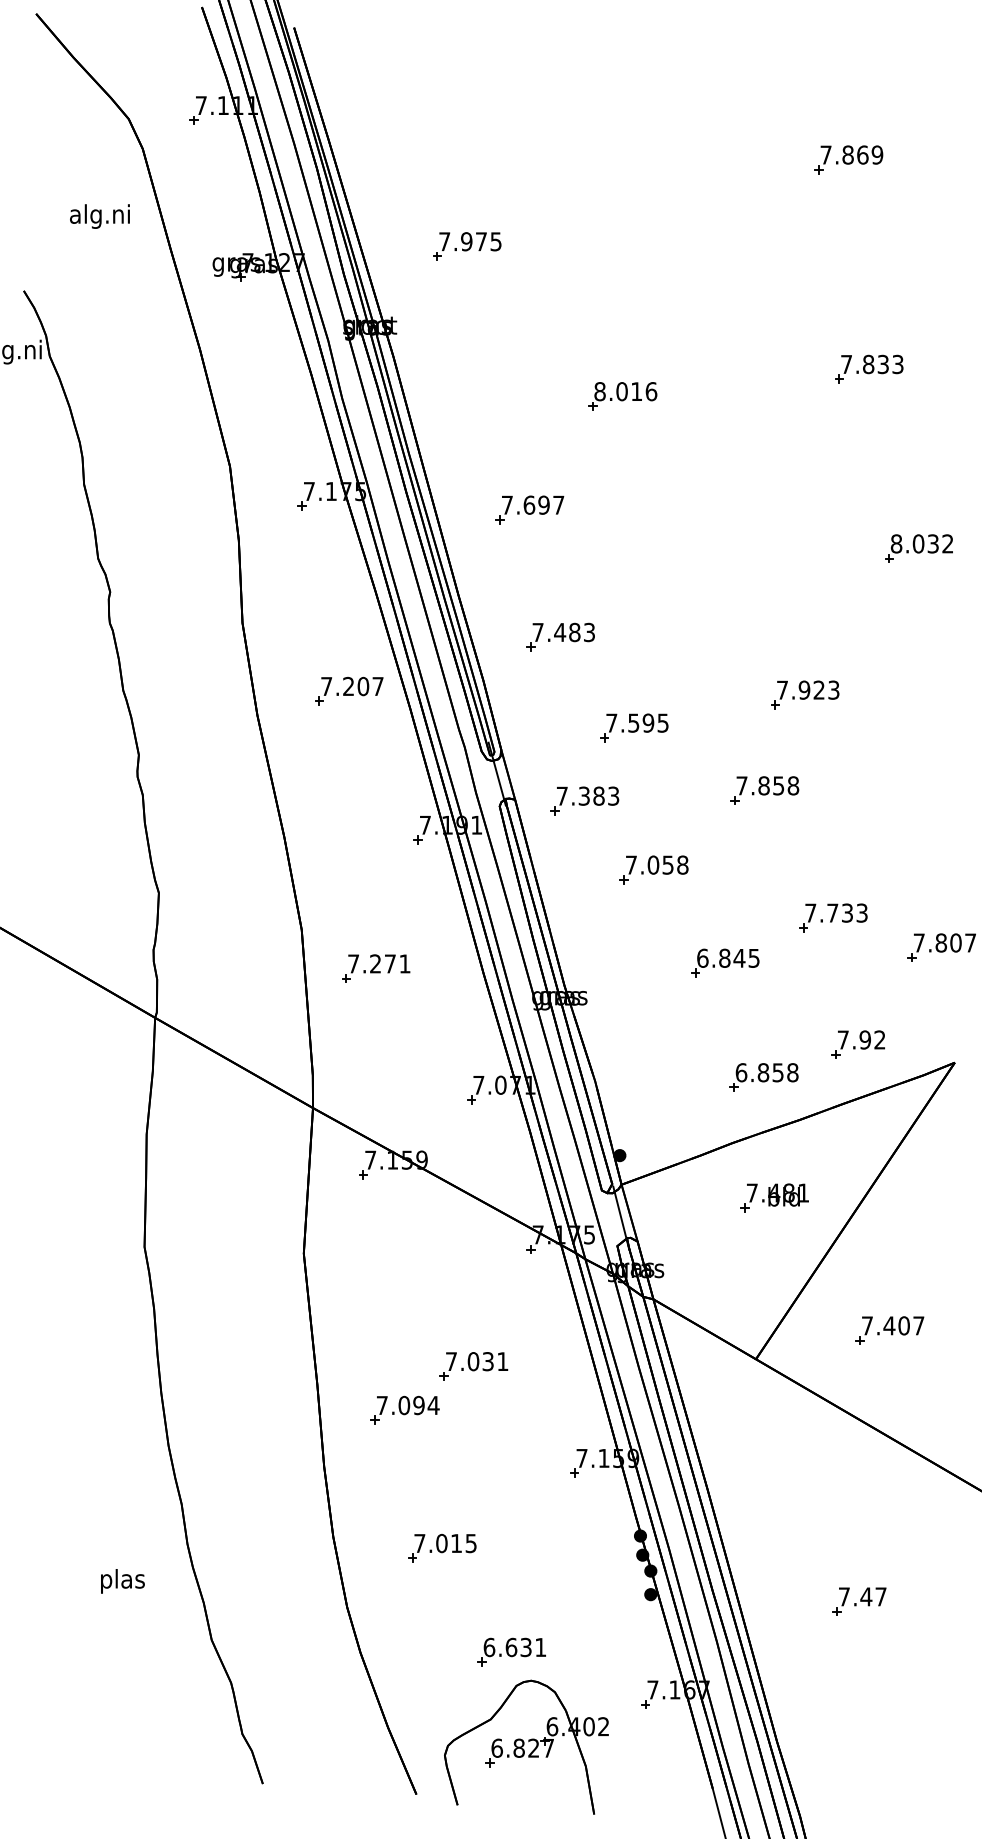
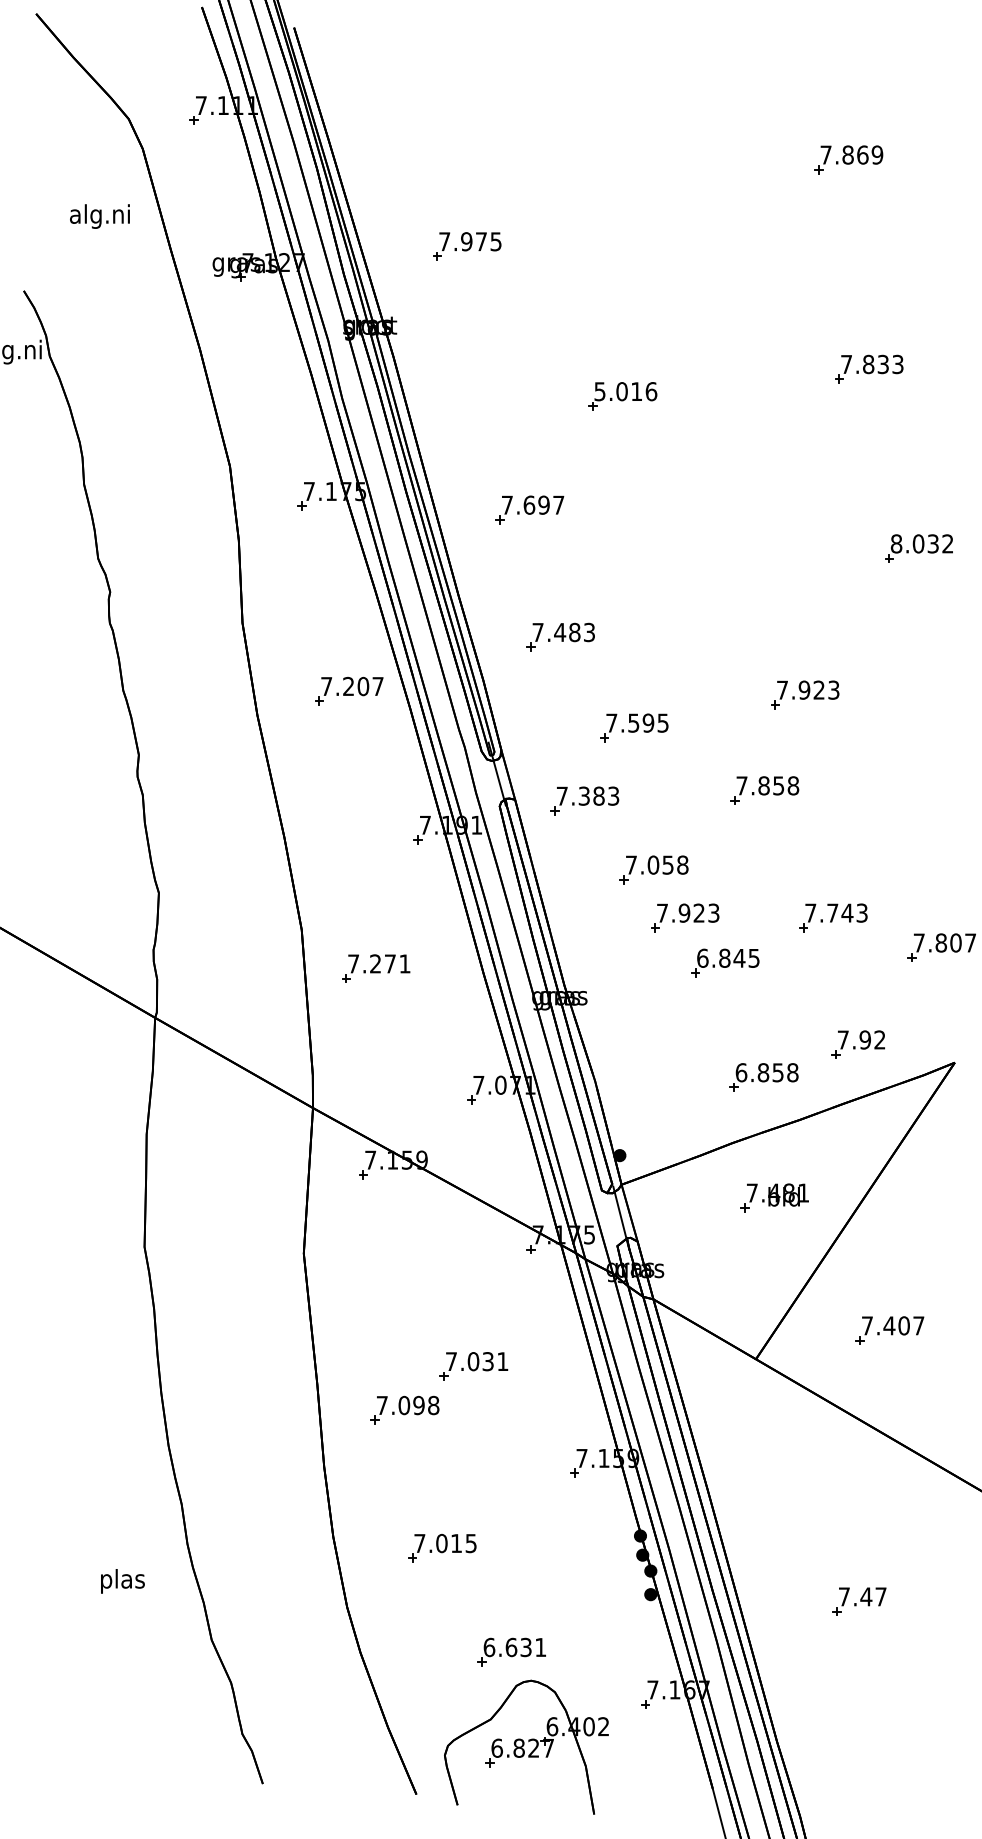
text at (599, 391): 8.016 -> 5.016
text at (847, 912): 7.733 -> 7.743
part at (685, 917): none -> present
text at (433, 1405): 7.094 -> 7.098
